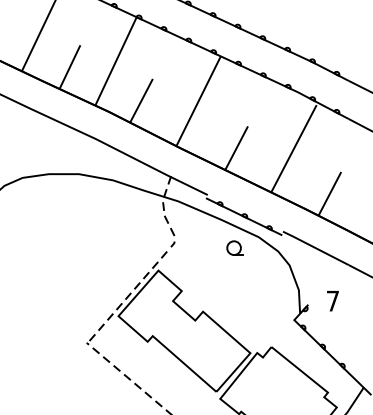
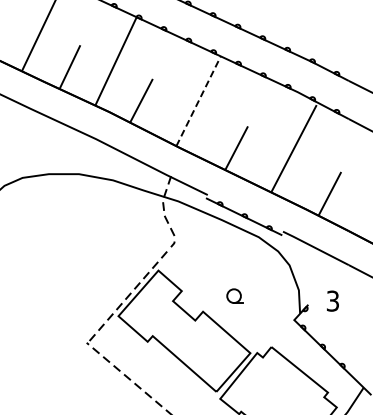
line at (198, 100): solid -> dashed
part at (234, 247) position: (234, 247) -> (234, 295)
text at (332, 300): 7 -> 3
